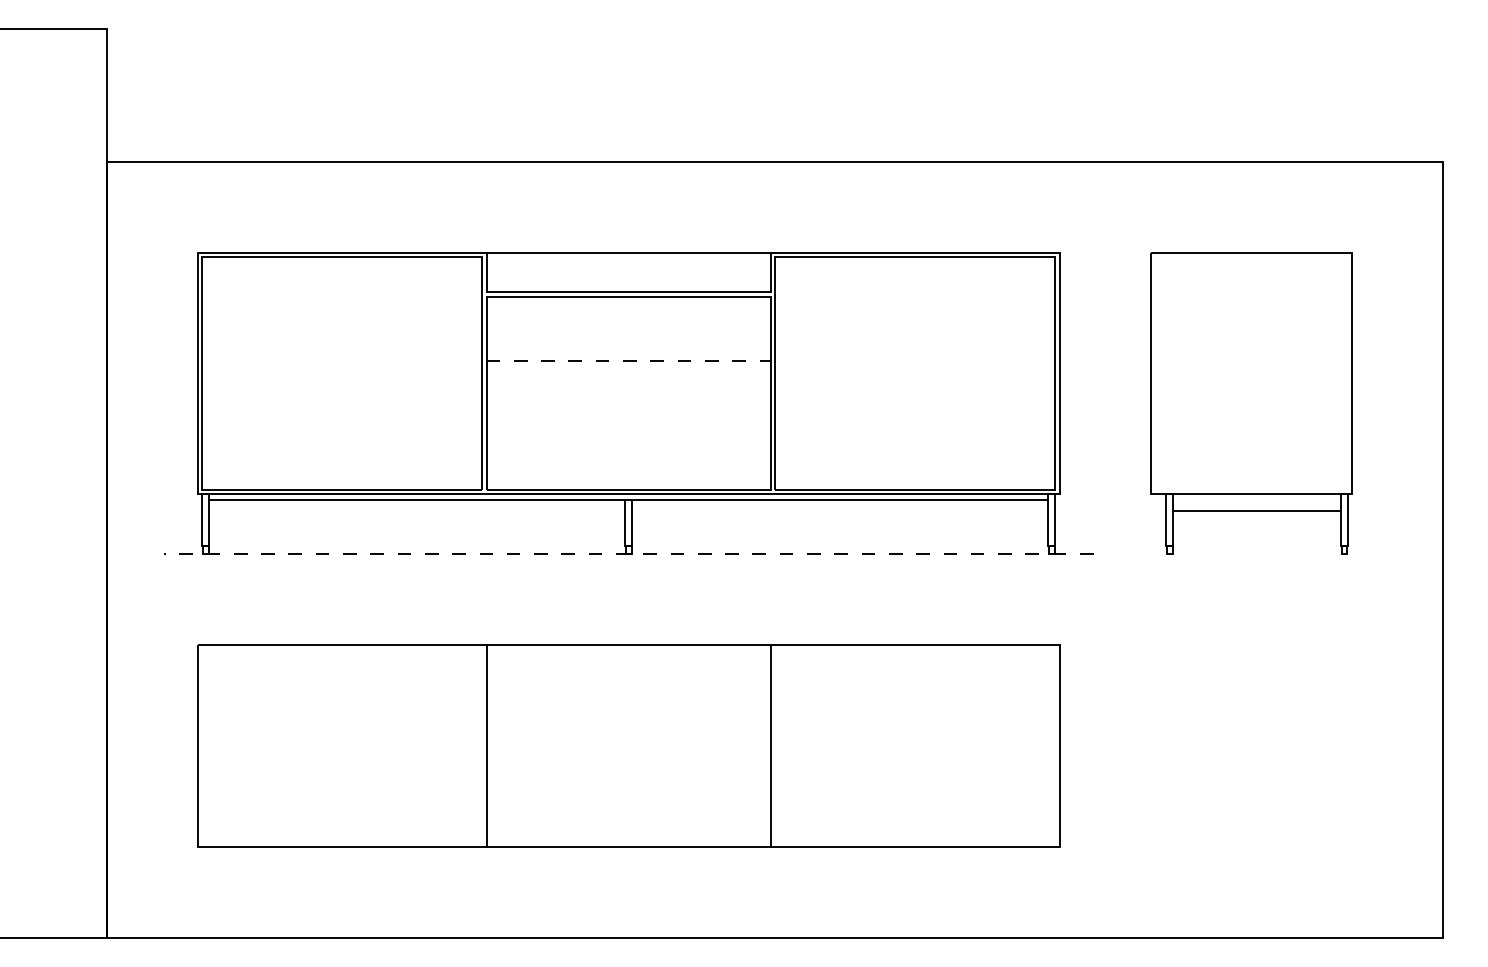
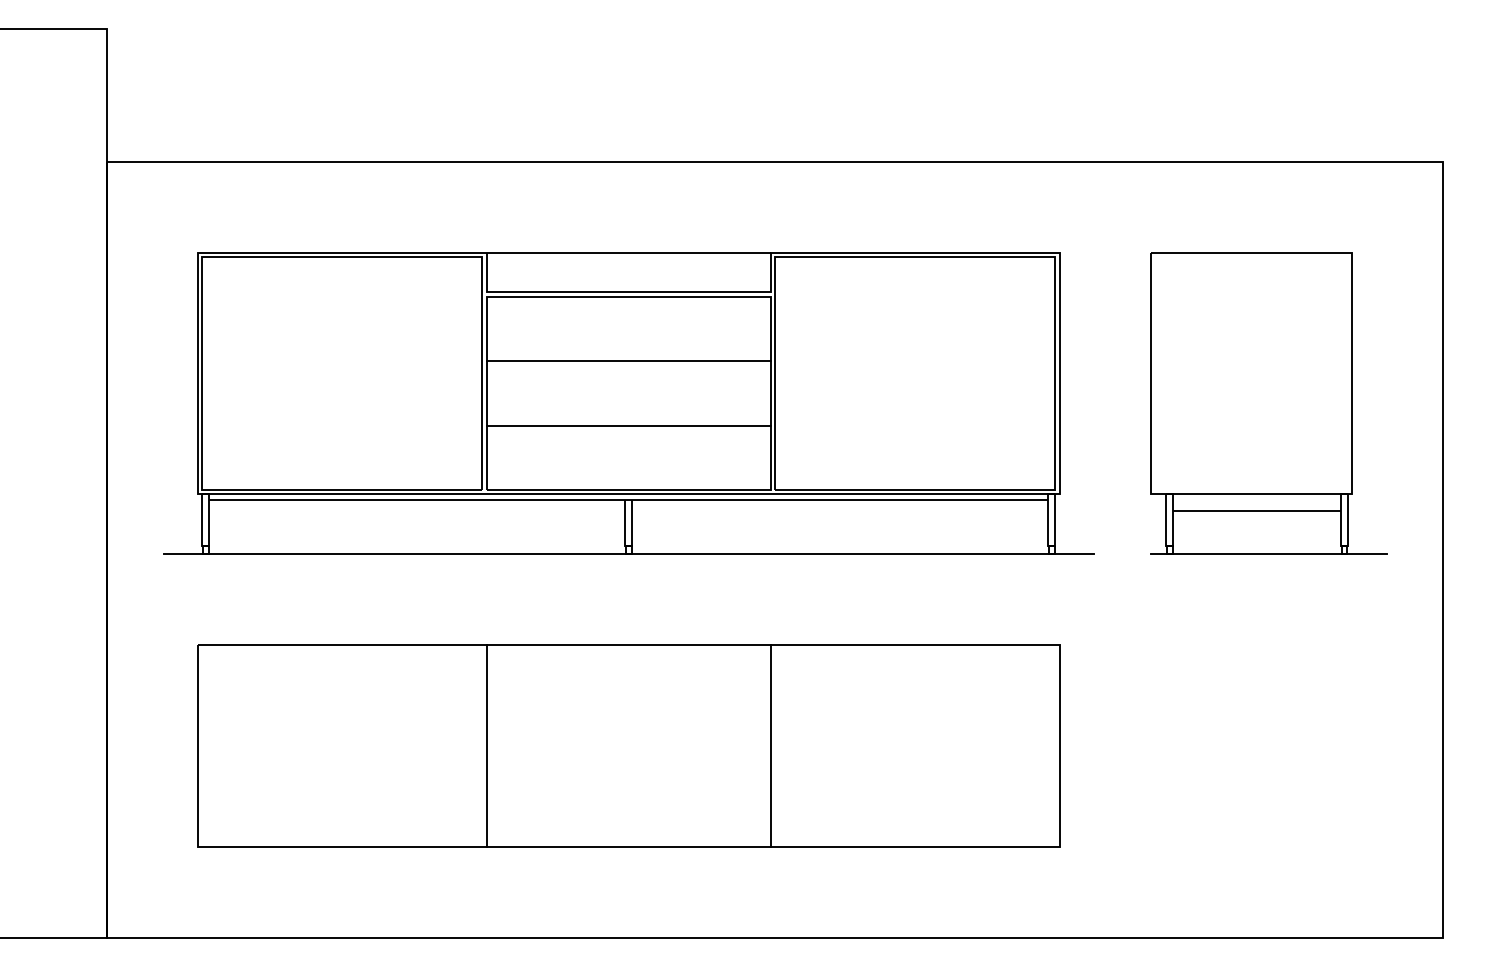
line at (629, 361): dashed -> solid
line at (628, 425): none -> present
line at (628, 553): dashed -> solid
line at (1268, 553): none -> present
